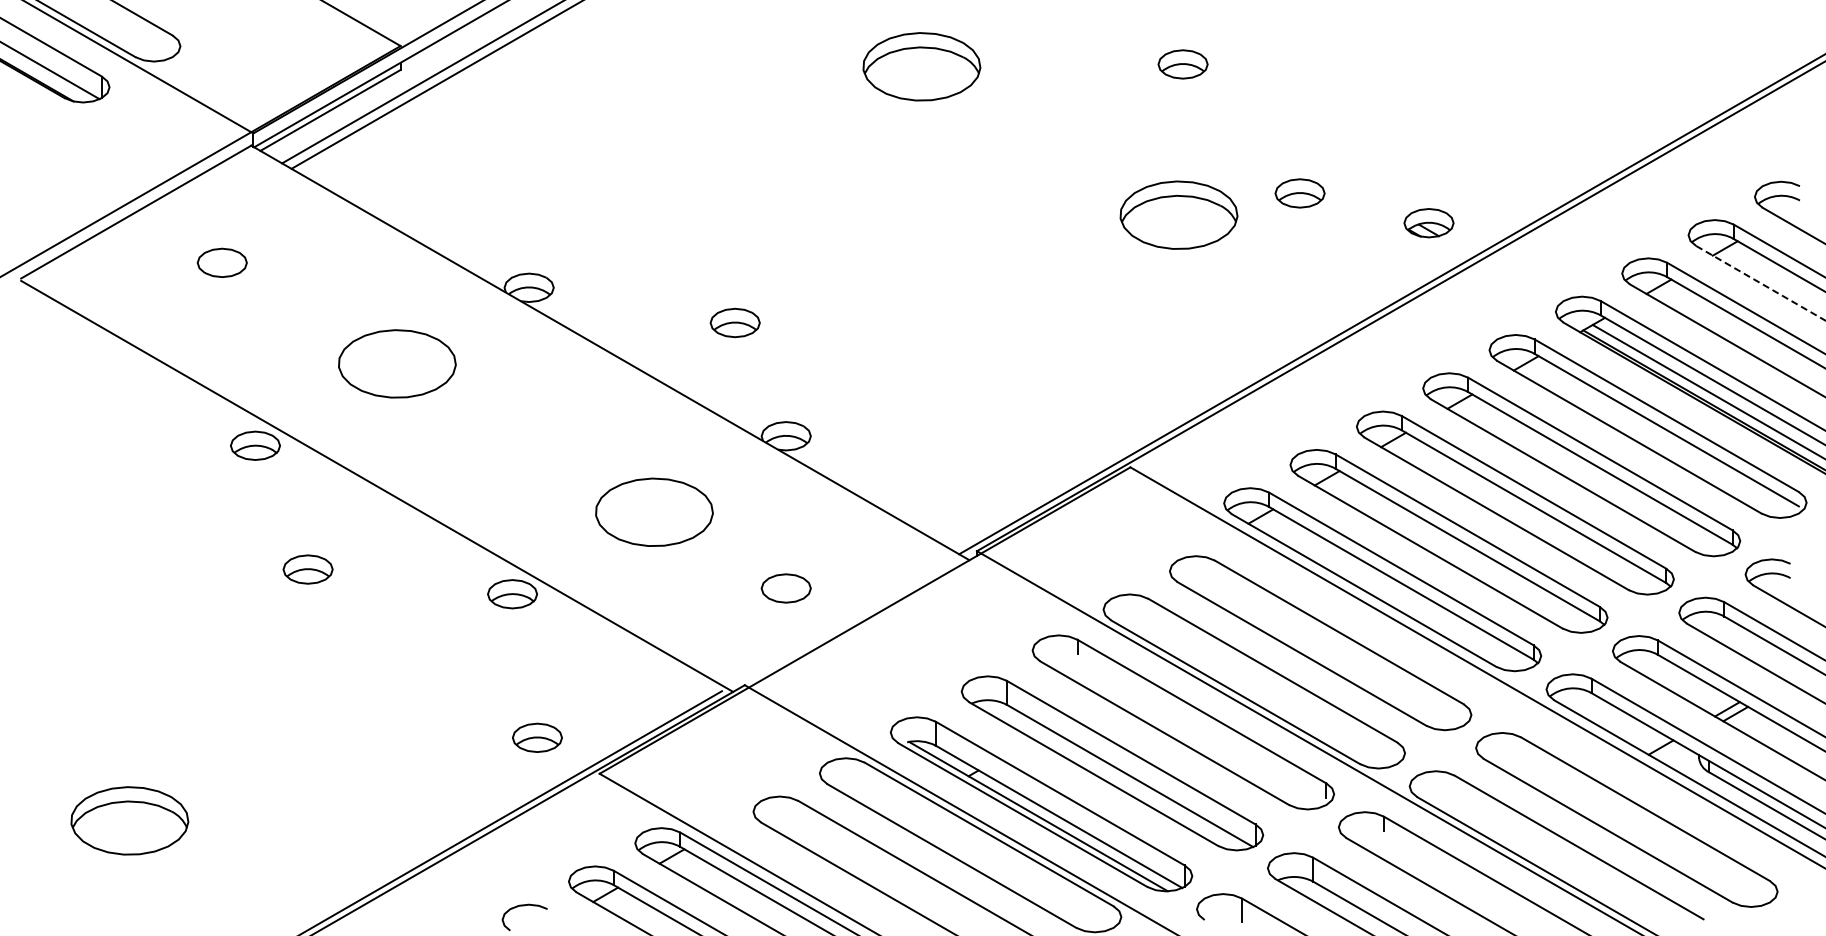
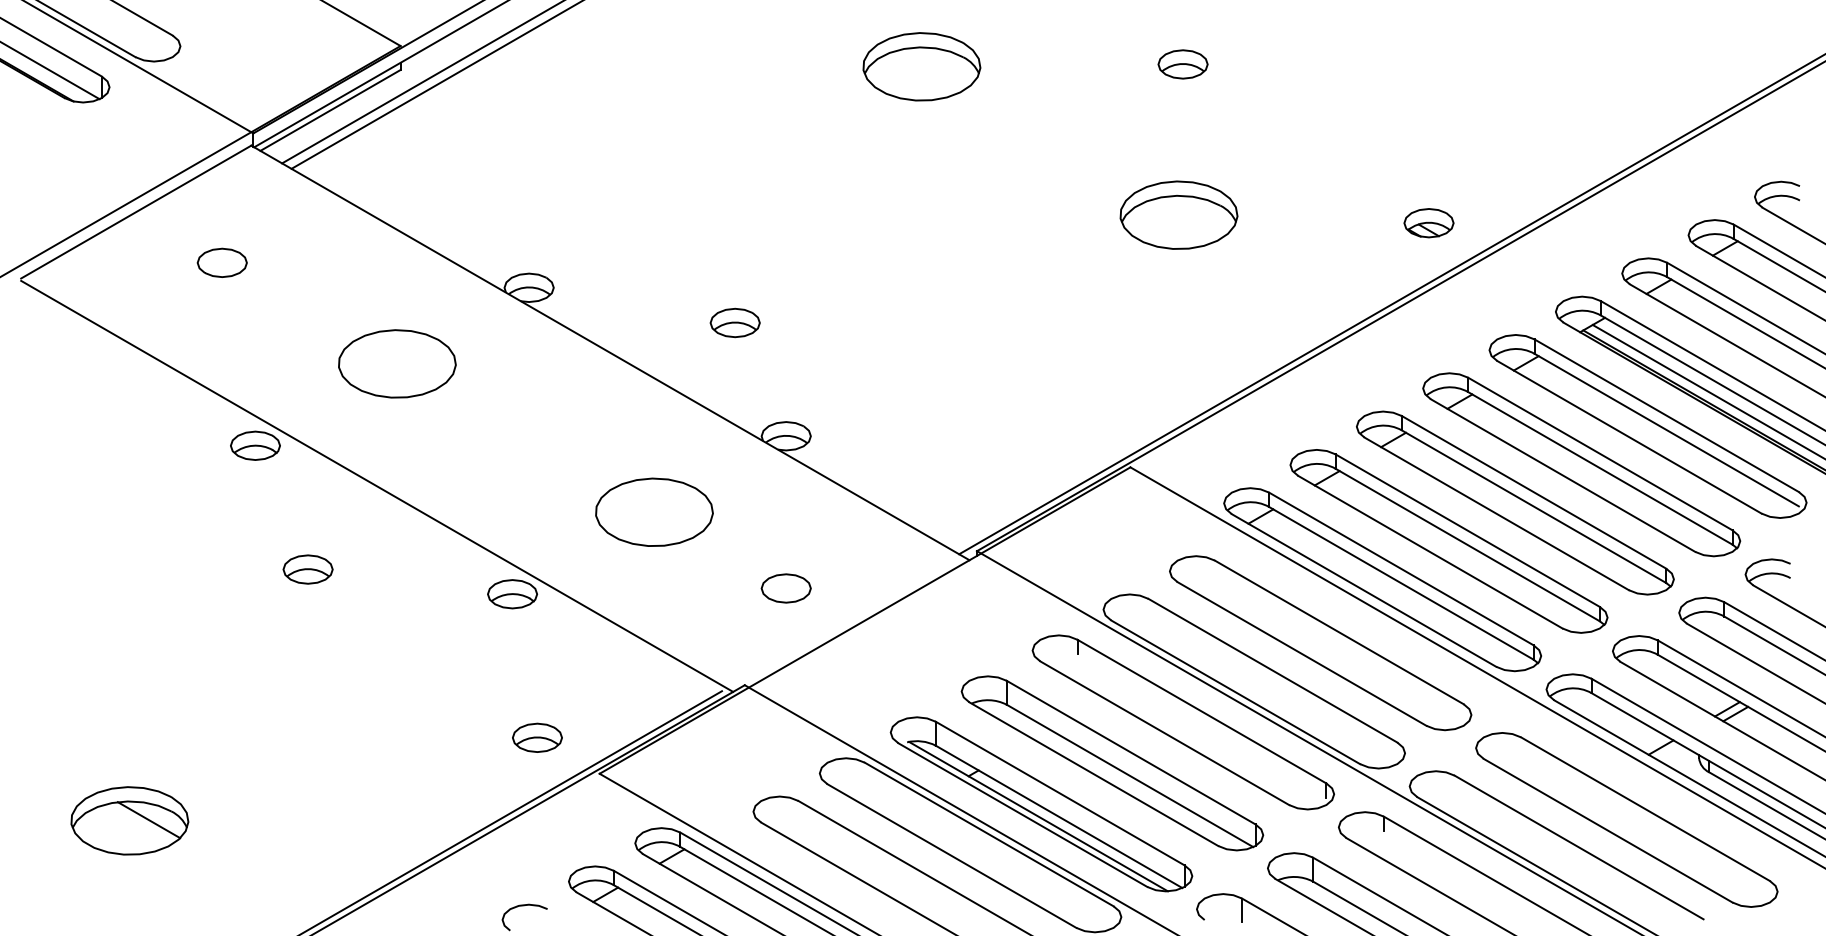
part at (1299, 193): present -> none
line at (1761, 283): dashed -> solid
line at (148, 820): none -> present
